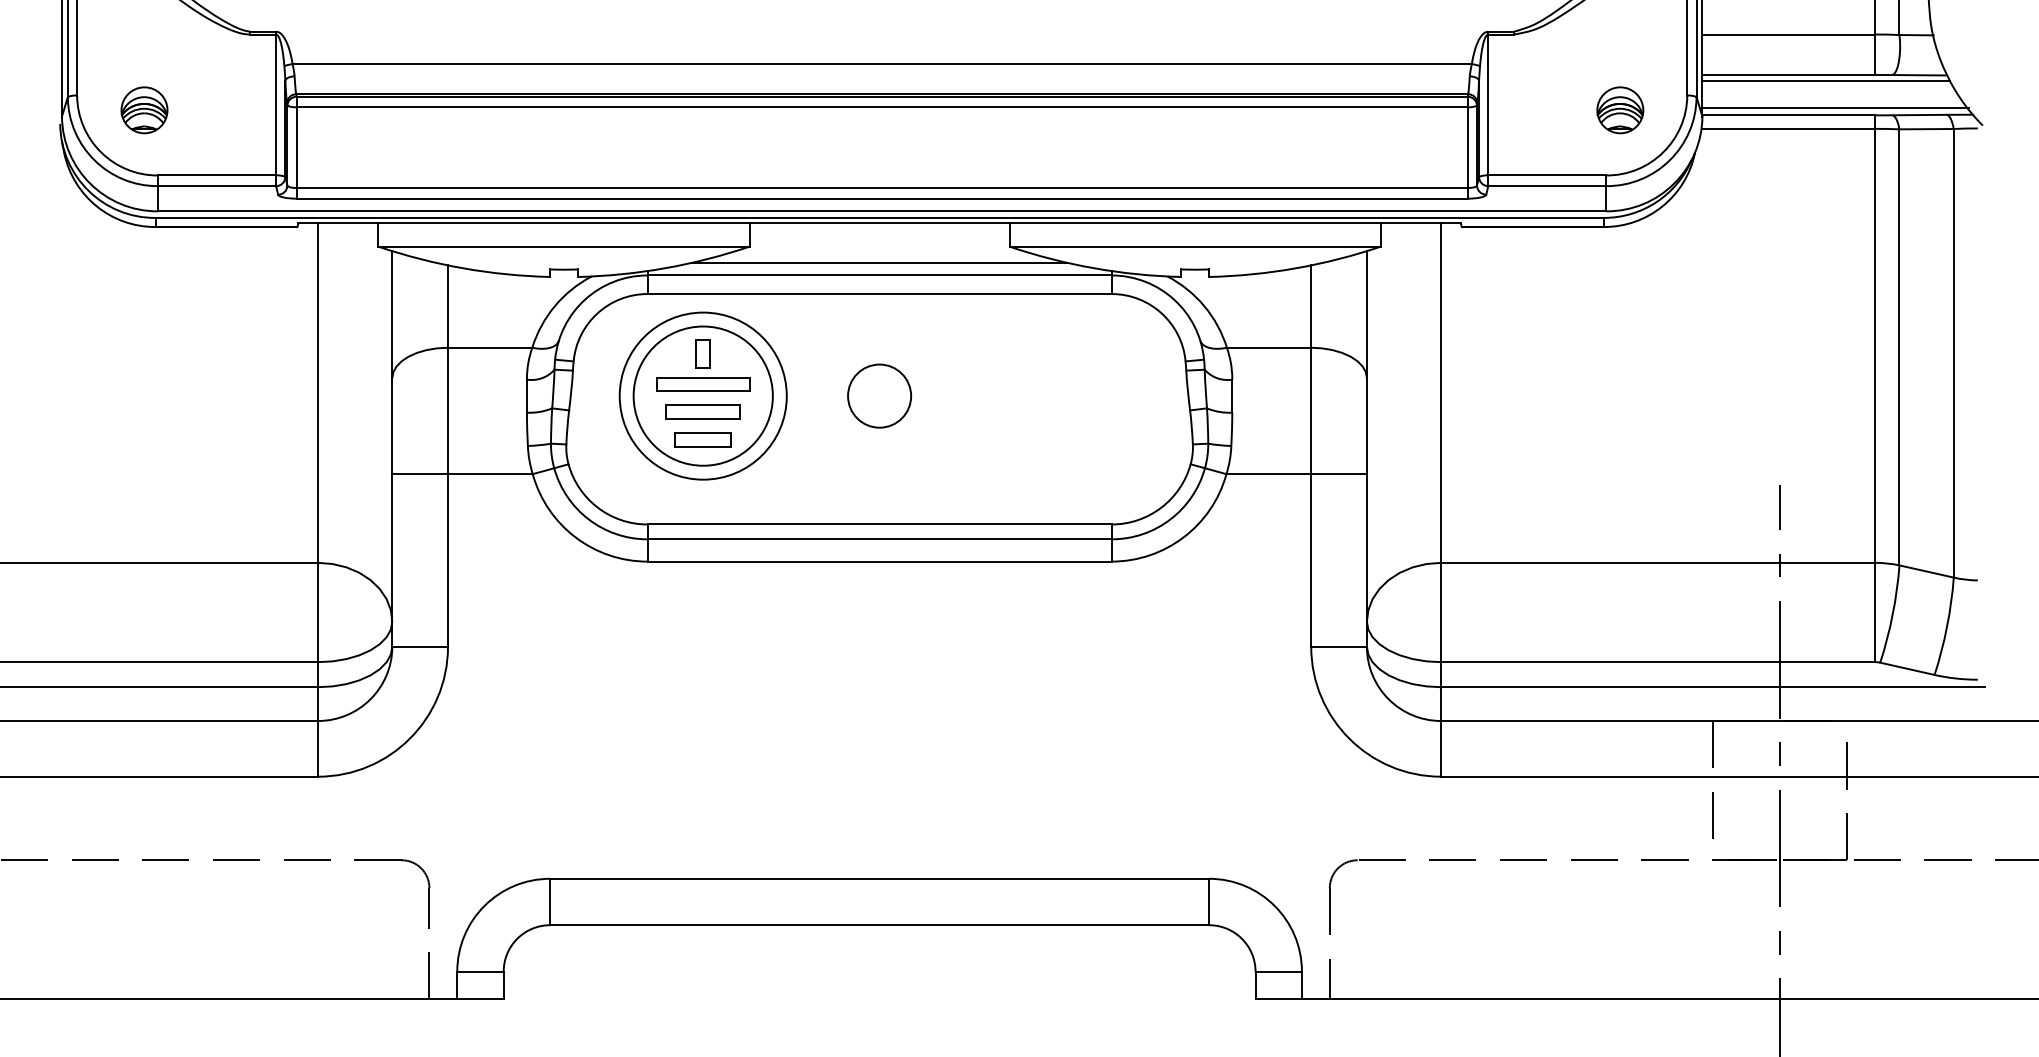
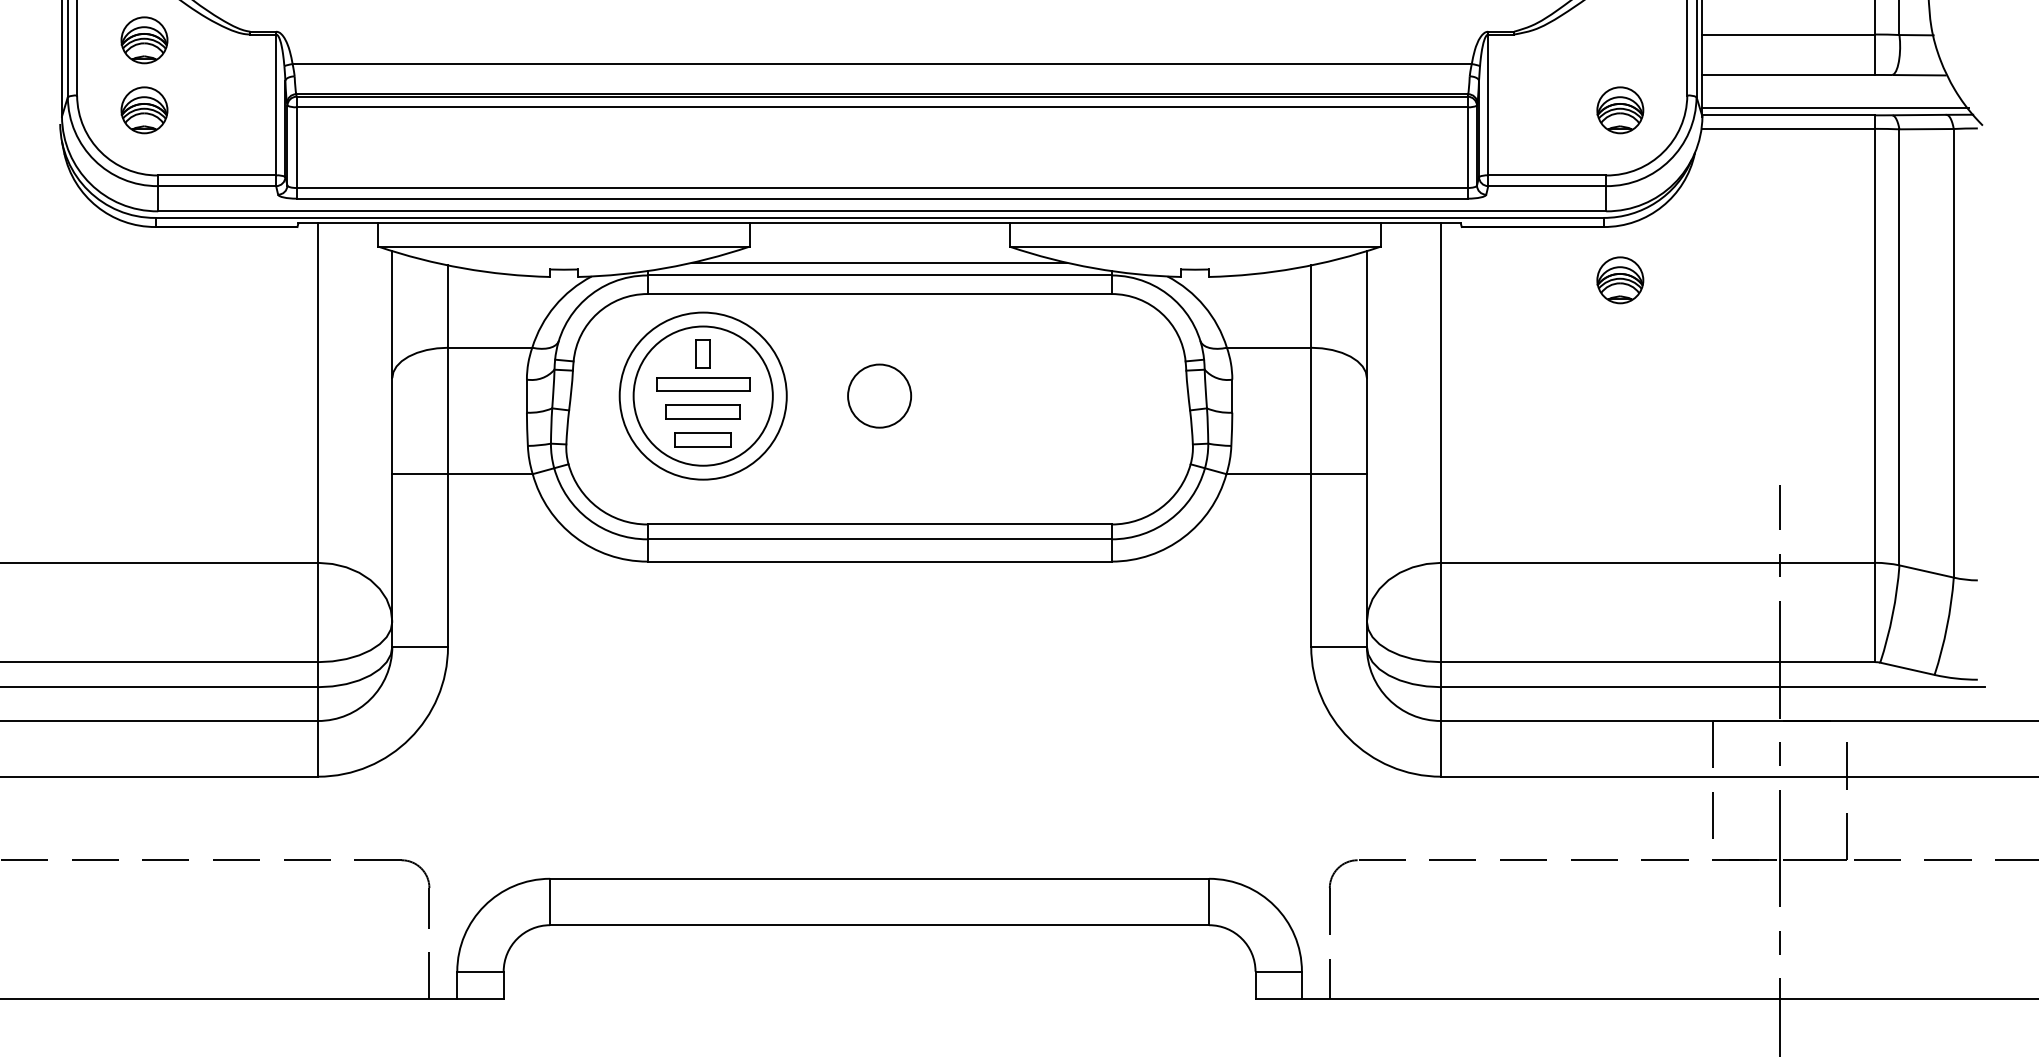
part at (144, 40): none -> present
line at (1826, 80): present -> none
part at (1620, 280): none -> present
